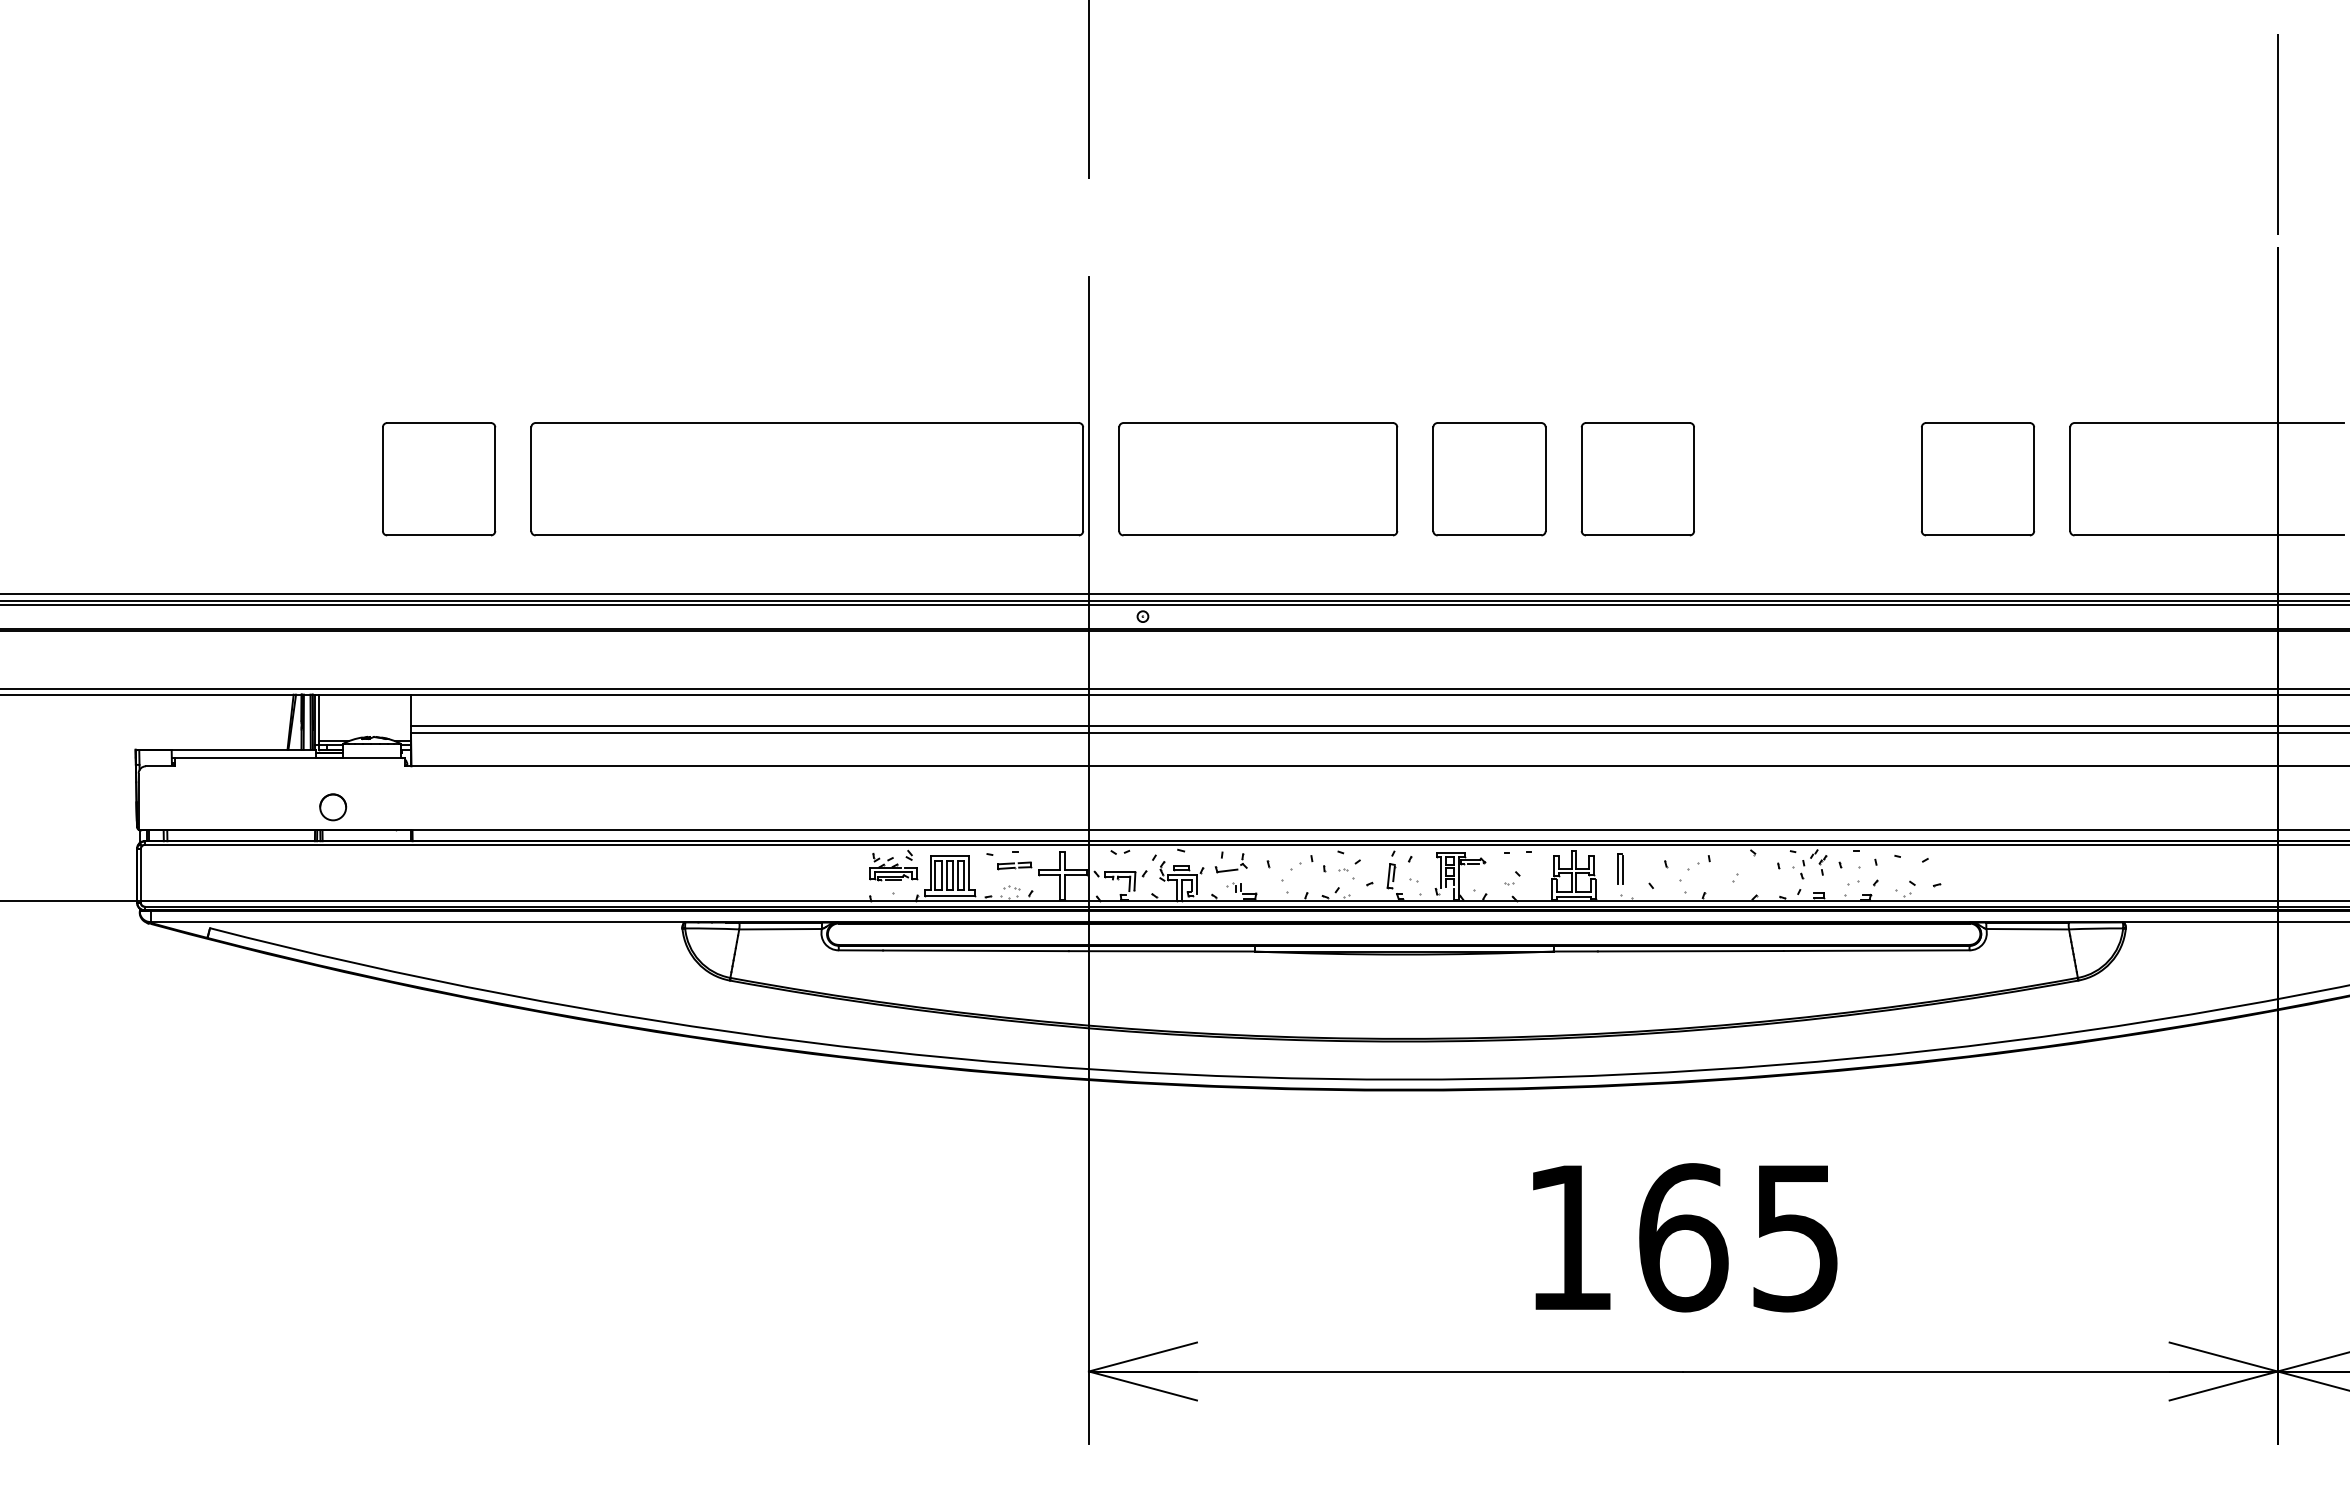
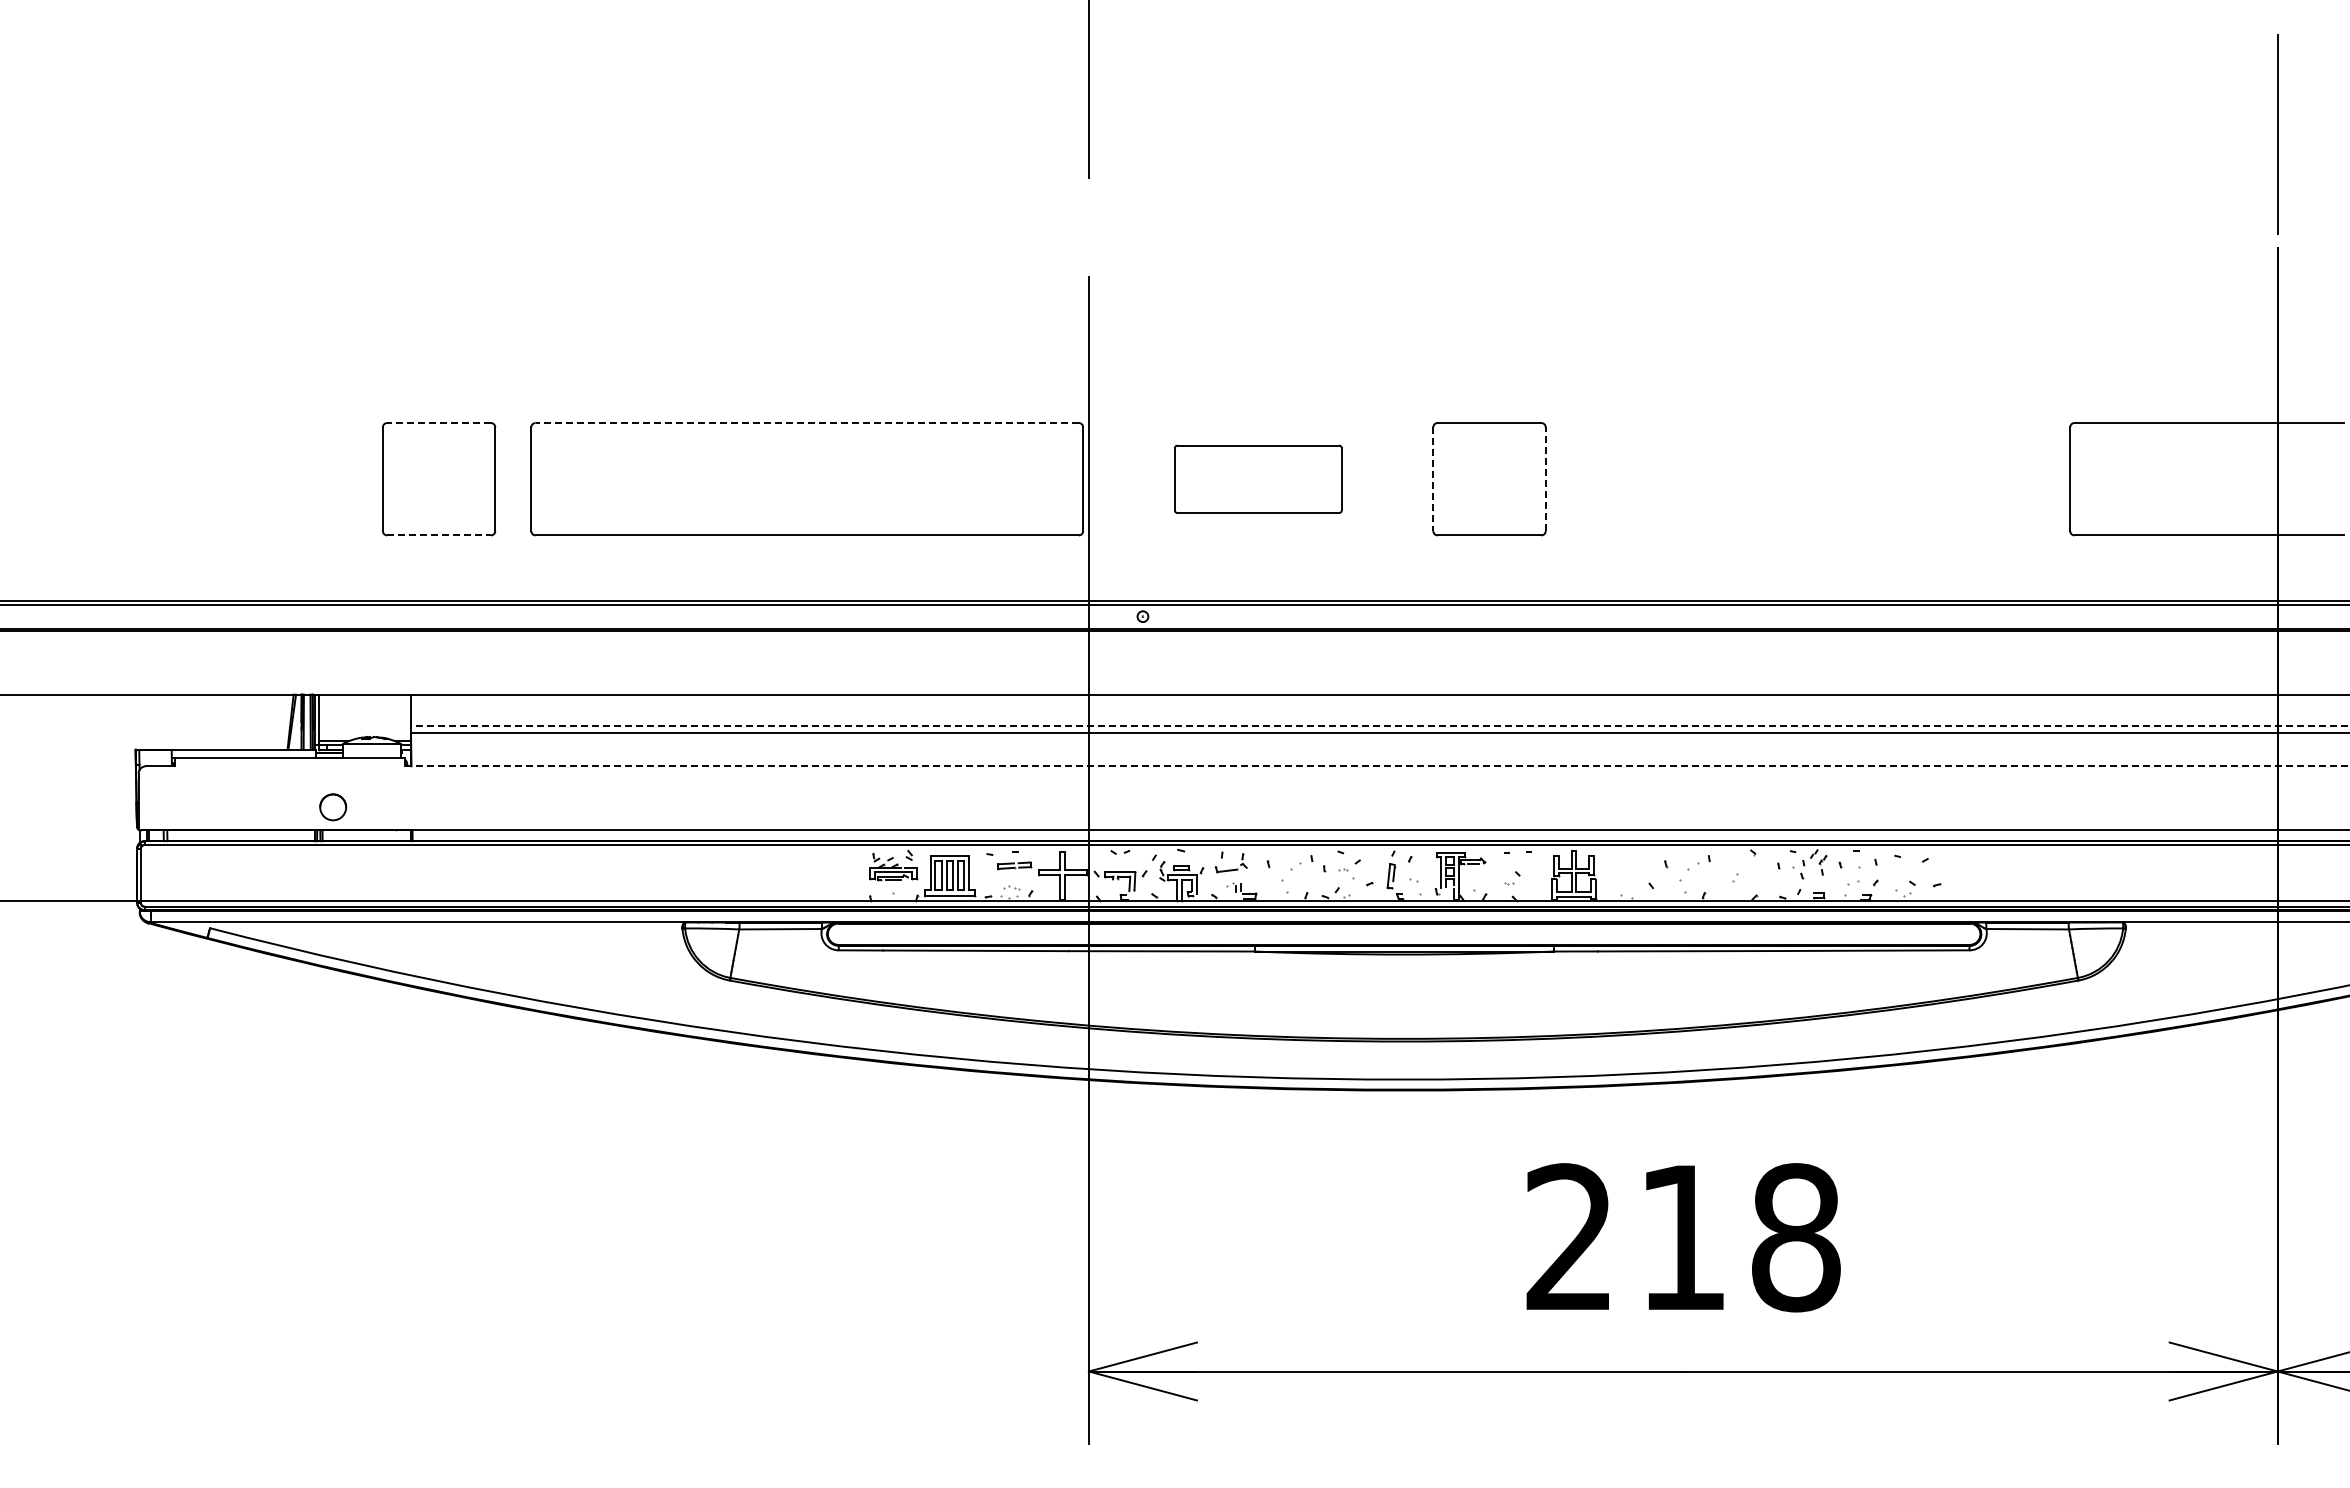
line at (439, 423): solid -> dashed
line at (807, 423): solid -> dashed
part at (1258, 479) size: 281x115 px -> 169x70 px
line at (1433, 479): solid -> dashed
line at (1545, 479): solid -> dashed
part at (1637, 479): present -> none
part at (1977, 479): present -> none
line at (439, 535): solid -> dashed
line at (1174, 593): present -> none
line at (1174, 689): present -> none
line at (1379, 725): solid -> dashed
line at (1378, 766): solid -> dashed
part at (1620, 868): present -> none
text at (1683, 1237): 165 -> 218
